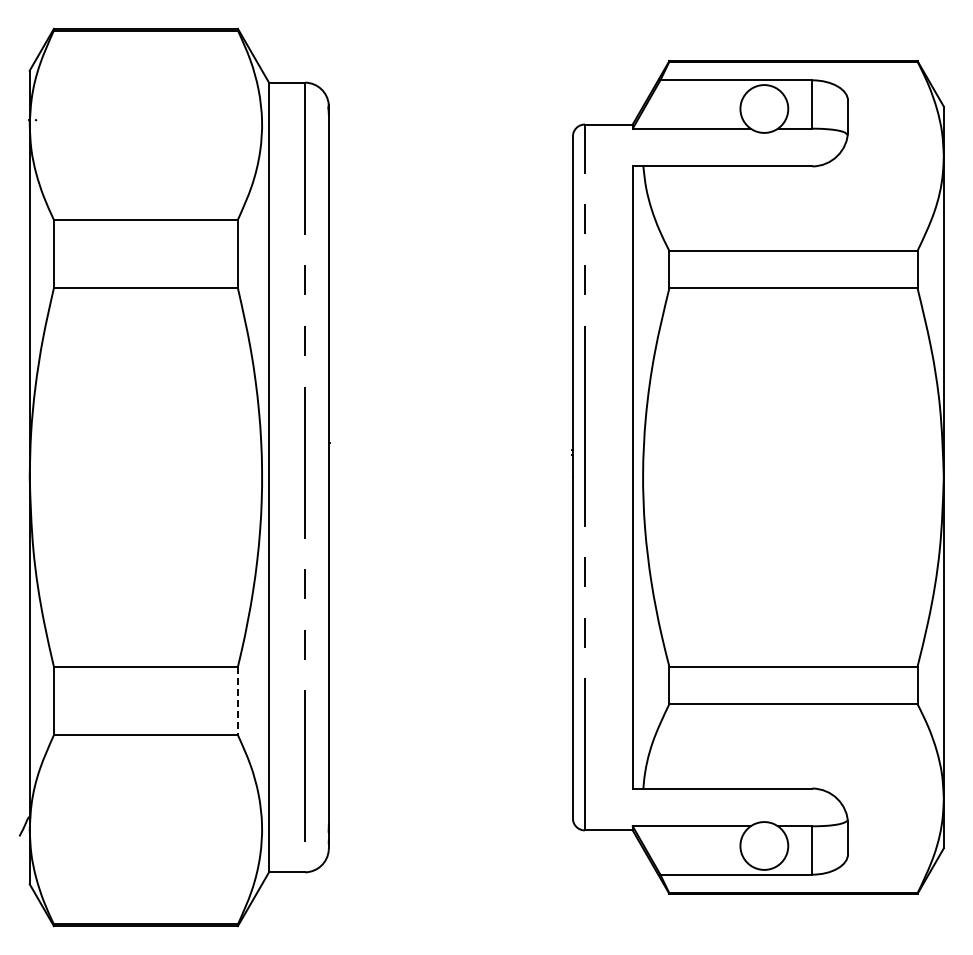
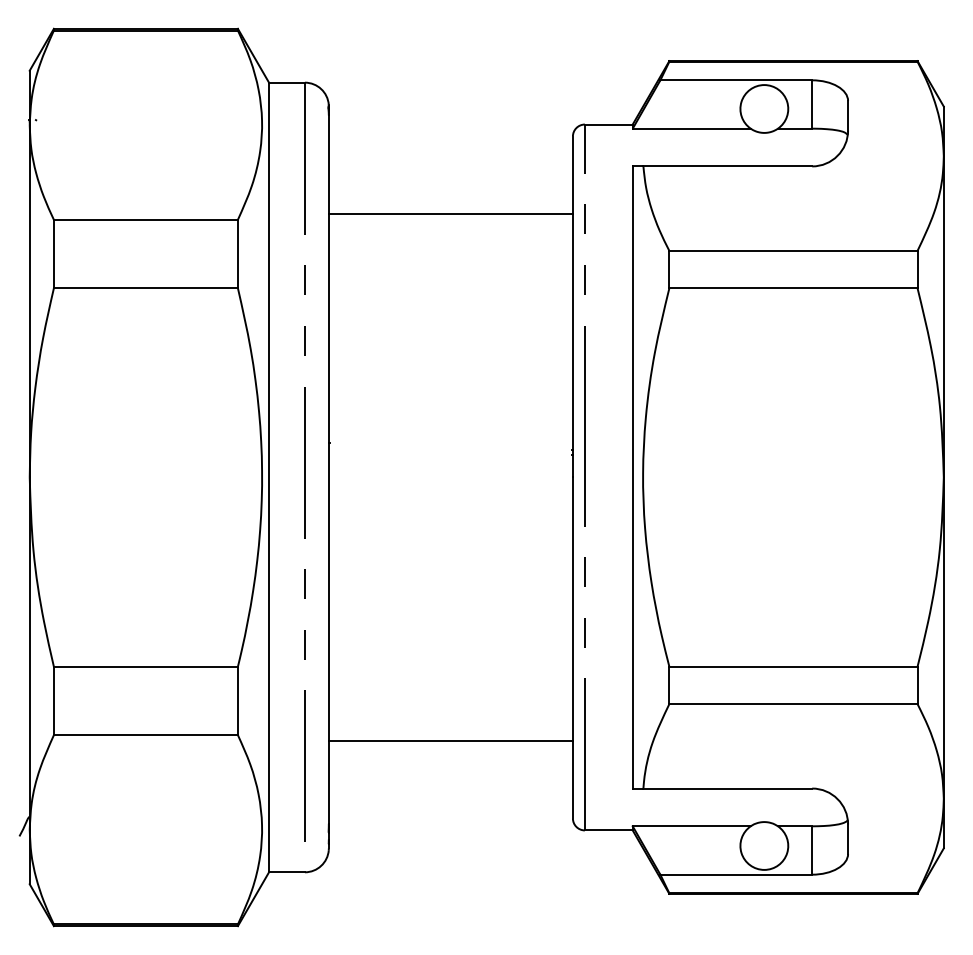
line at (450, 214): none -> present
line at (237, 701): dashed -> solid
line at (450, 740): none -> present
